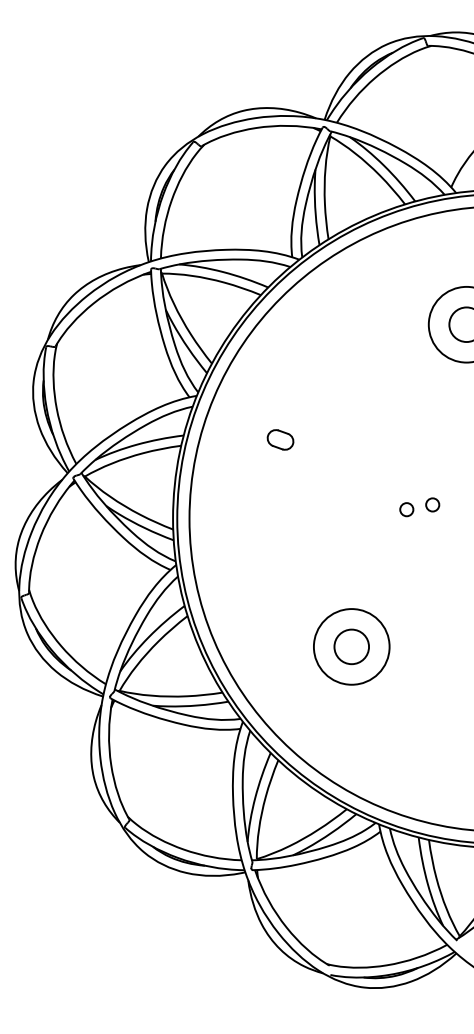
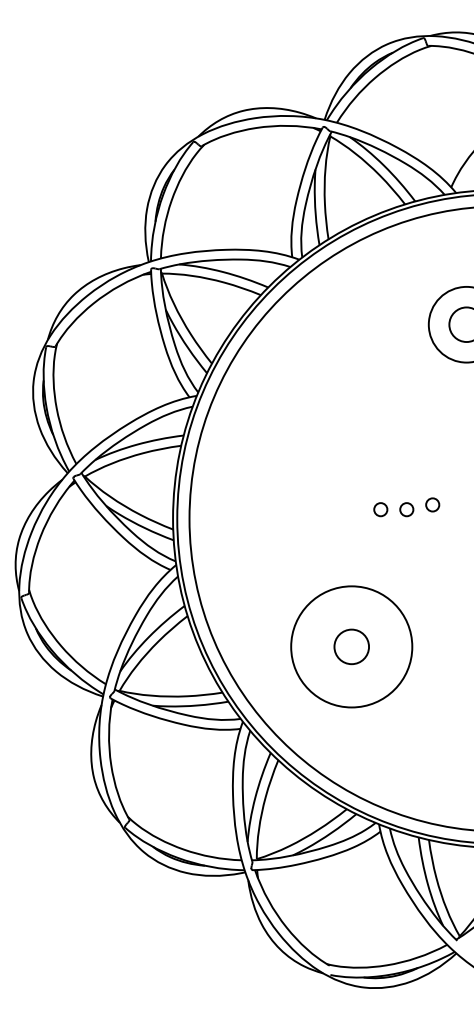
part at (280, 439): present -> none
circle at (380, 509): none -> present
circle at (351, 646) diameter: 76 px -> 121 px
